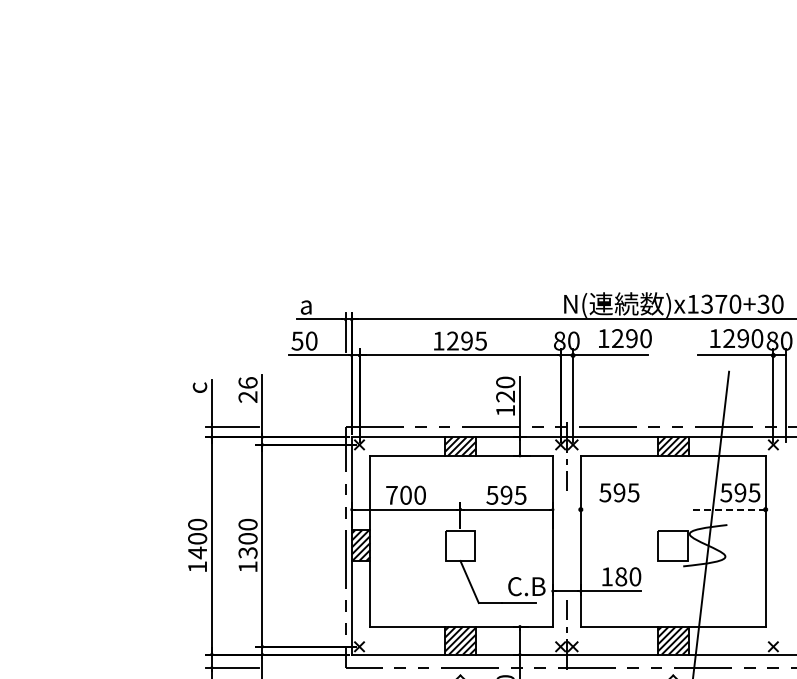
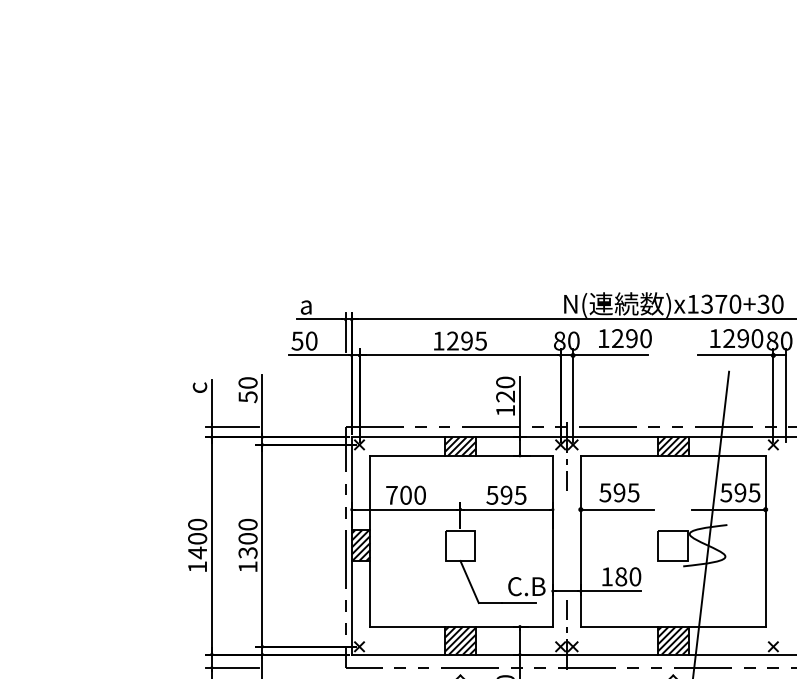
text at (247, 390): 26 -> 50
line at (617, 509): none -> present
line at (728, 509): dashed -> solid
